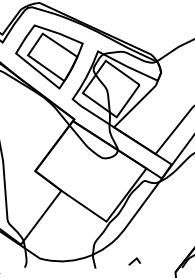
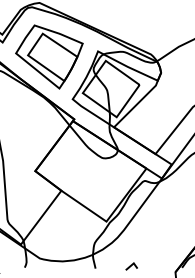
line at (134, 261) position: (134, 261) -> (131, 266)
